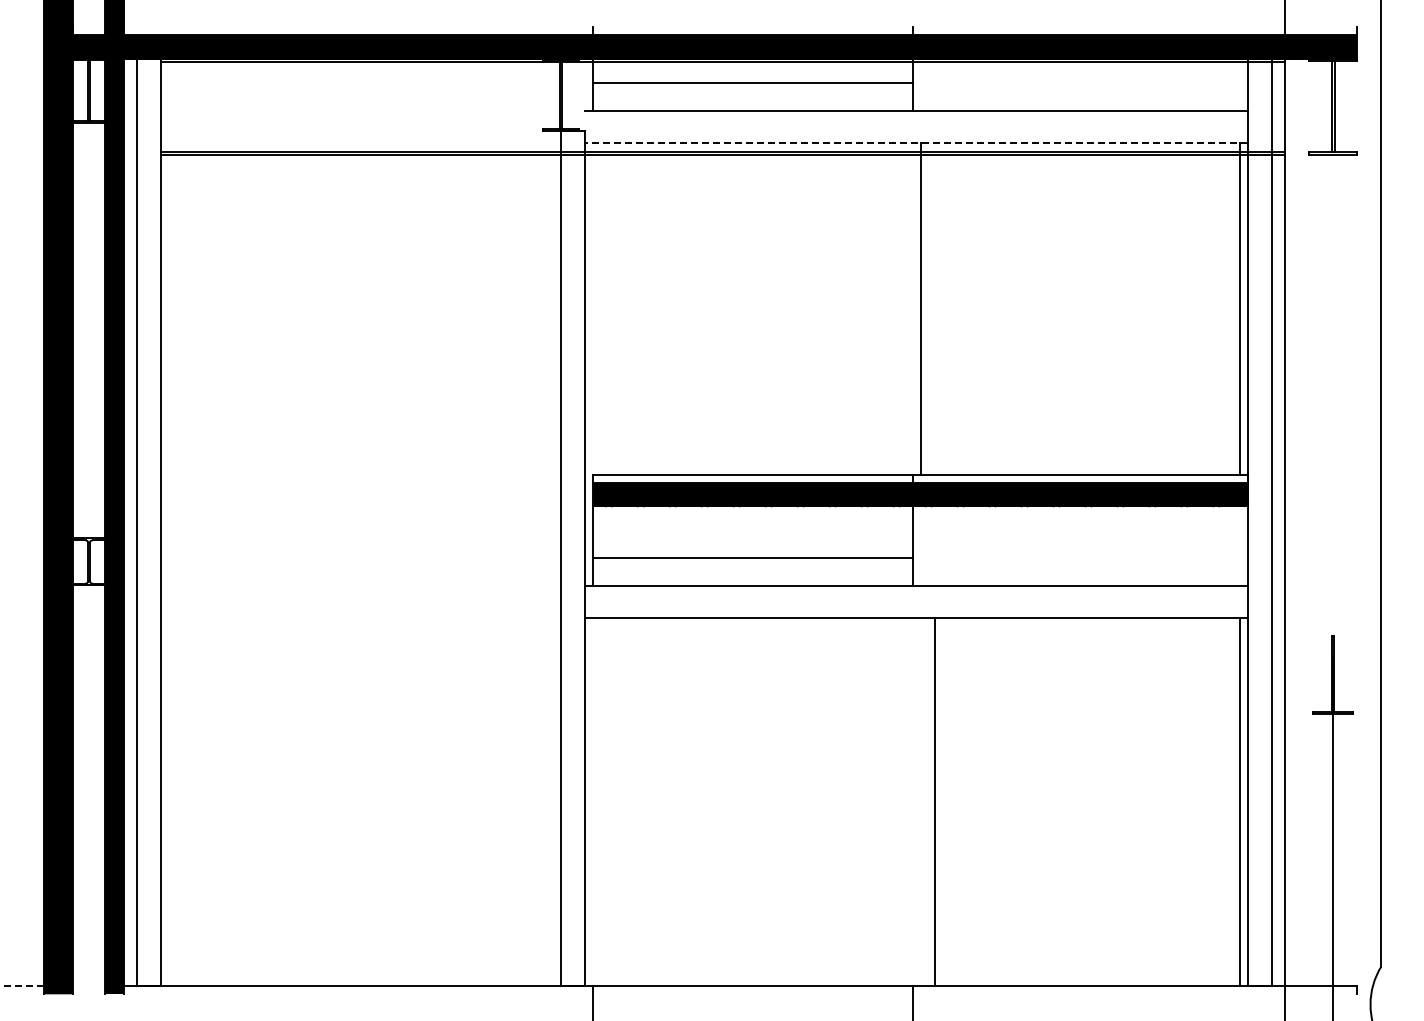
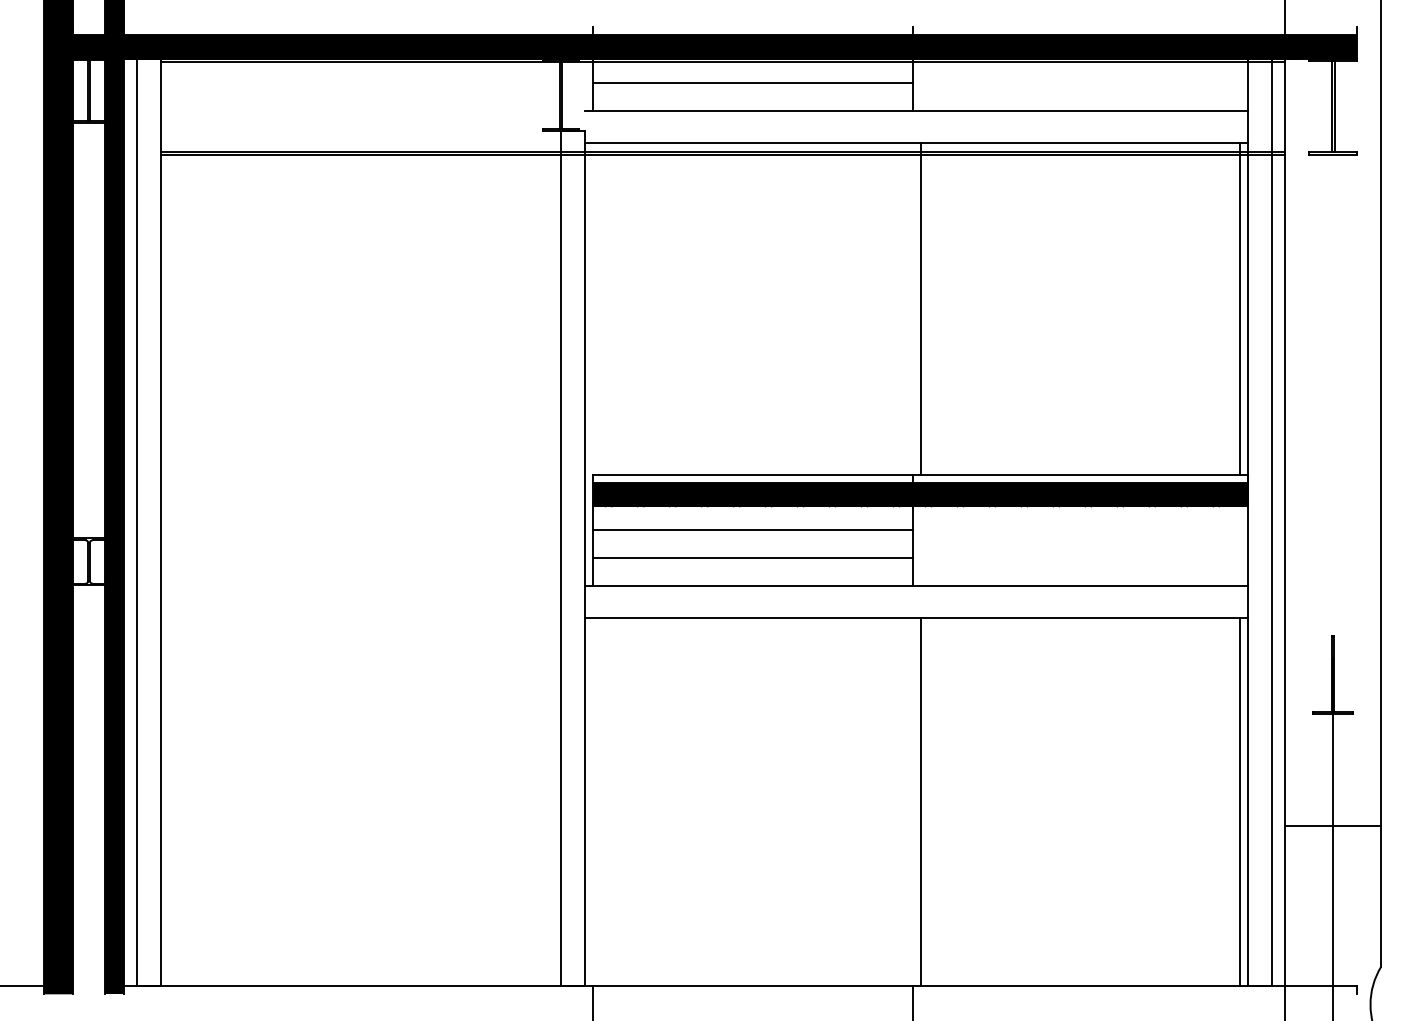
line at (916, 142): dashed -> solid
line at (752, 530): none -> present
line at (934, 802) position: (934, 802) -> (920, 802)
line at (1333, 826): none -> present
line at (22, 986): dashed -> solid
